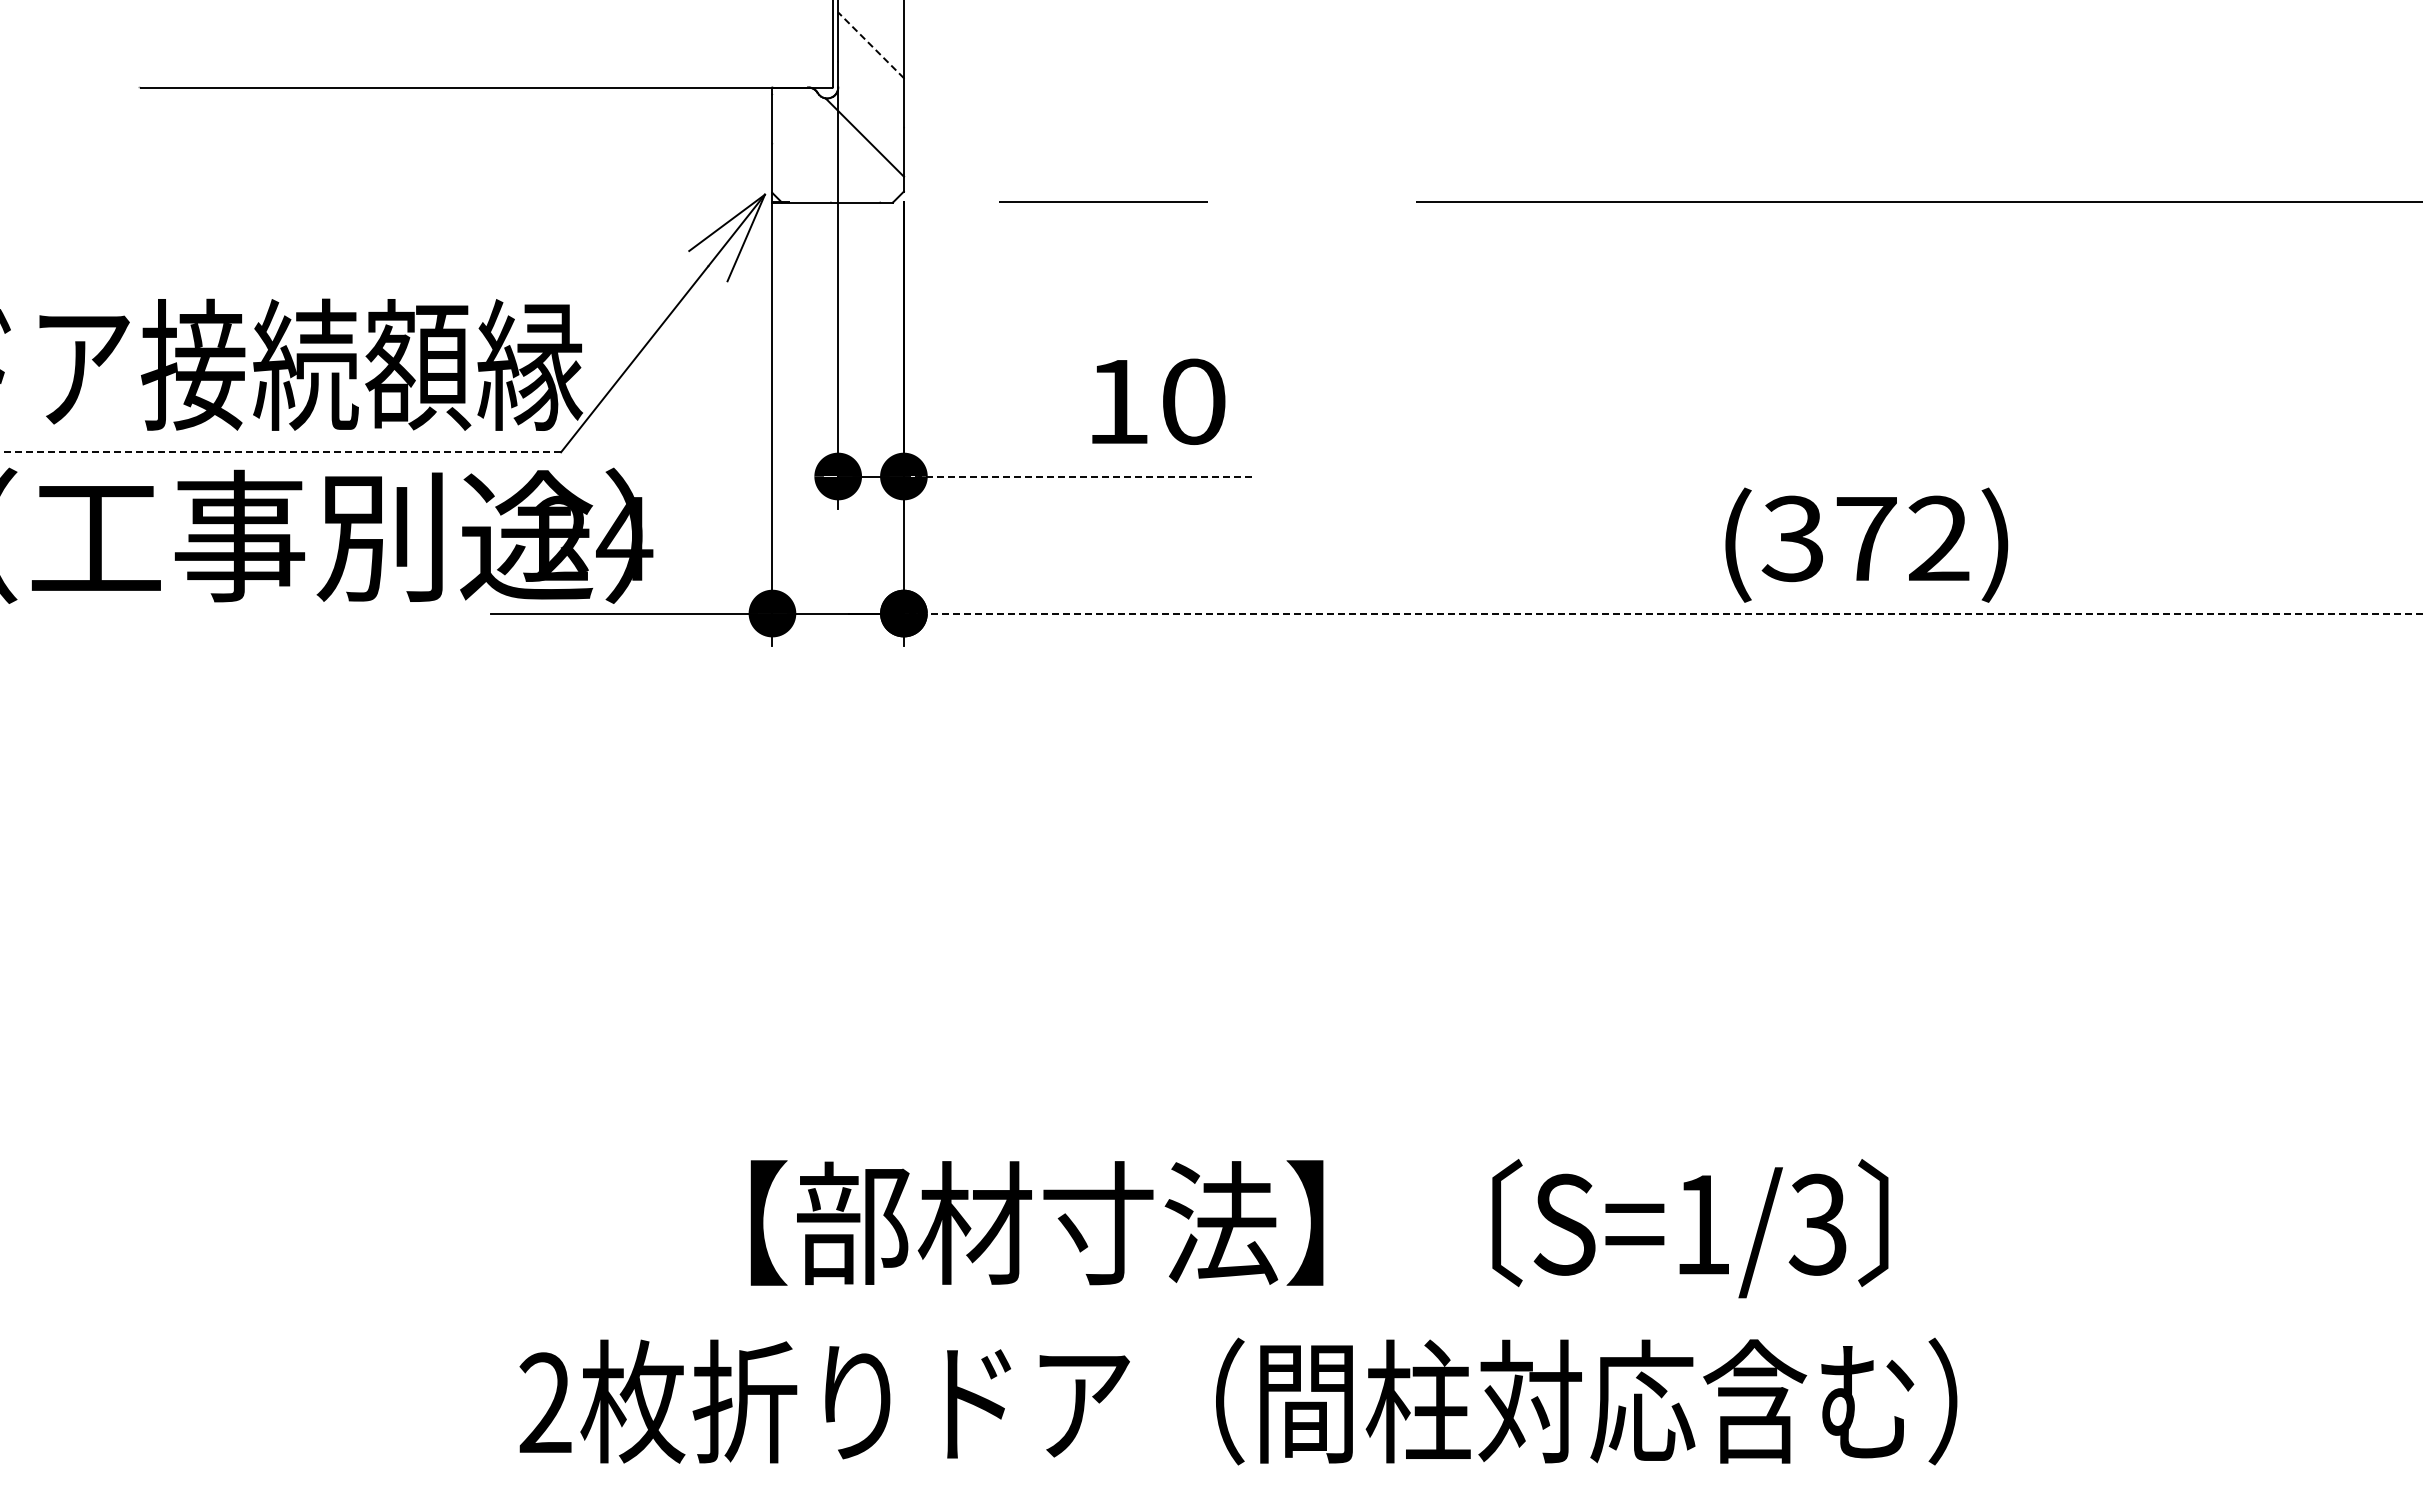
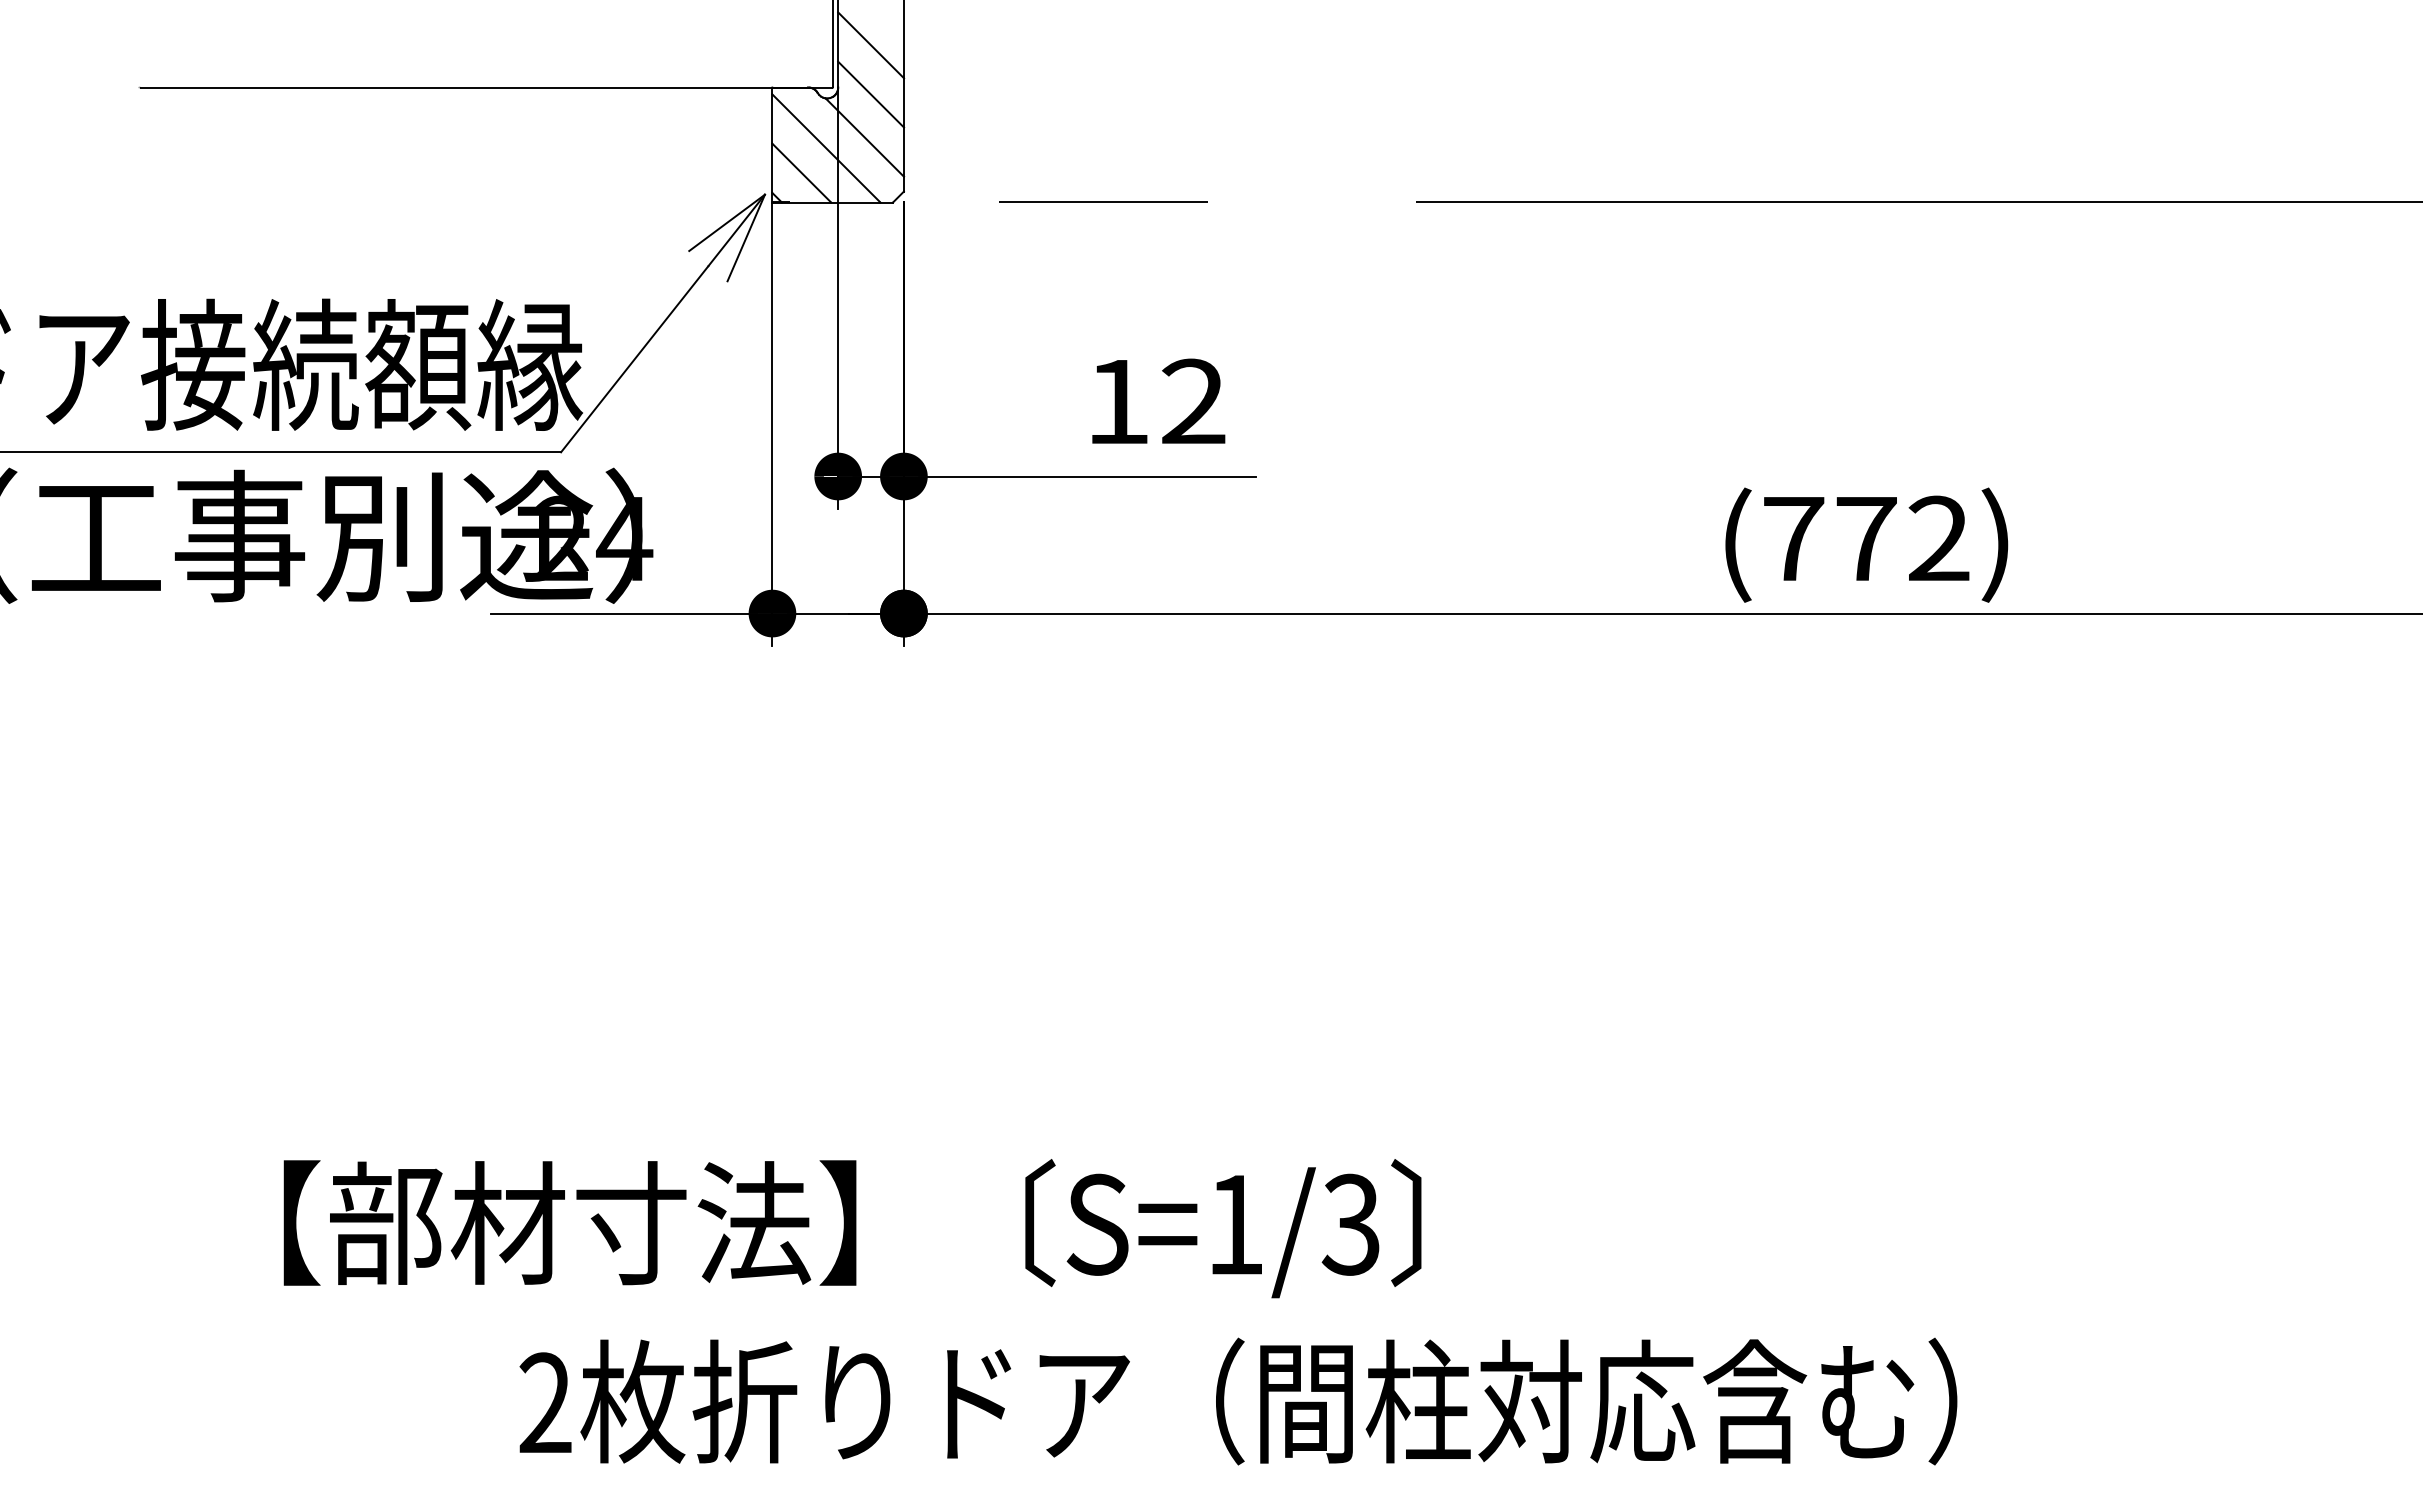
line at (871, 45): dashed -> solid
line at (871, 94): none -> present
line at (826, 148): none -> present
line at (801, 172): none -> present
text at (1193, 401): 10 -> 12
line at (280, 452): dashed -> solid
line at (1080, 476): dashed -> solid
text at (1792, 538): (372) -> (772)
line at (1662, 613): dashed -> solid
text at (1319, 1228) position: (1319, 1228) -> (852, 1228)
